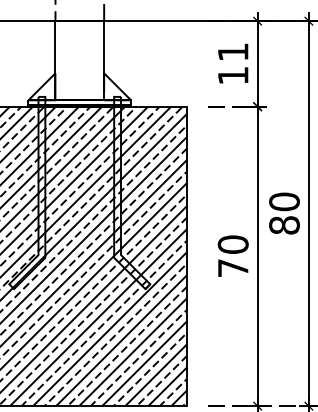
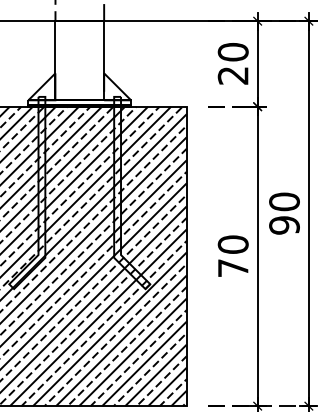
text at (232, 63): 11 -> 20
text at (284, 225): 80 -> 90
